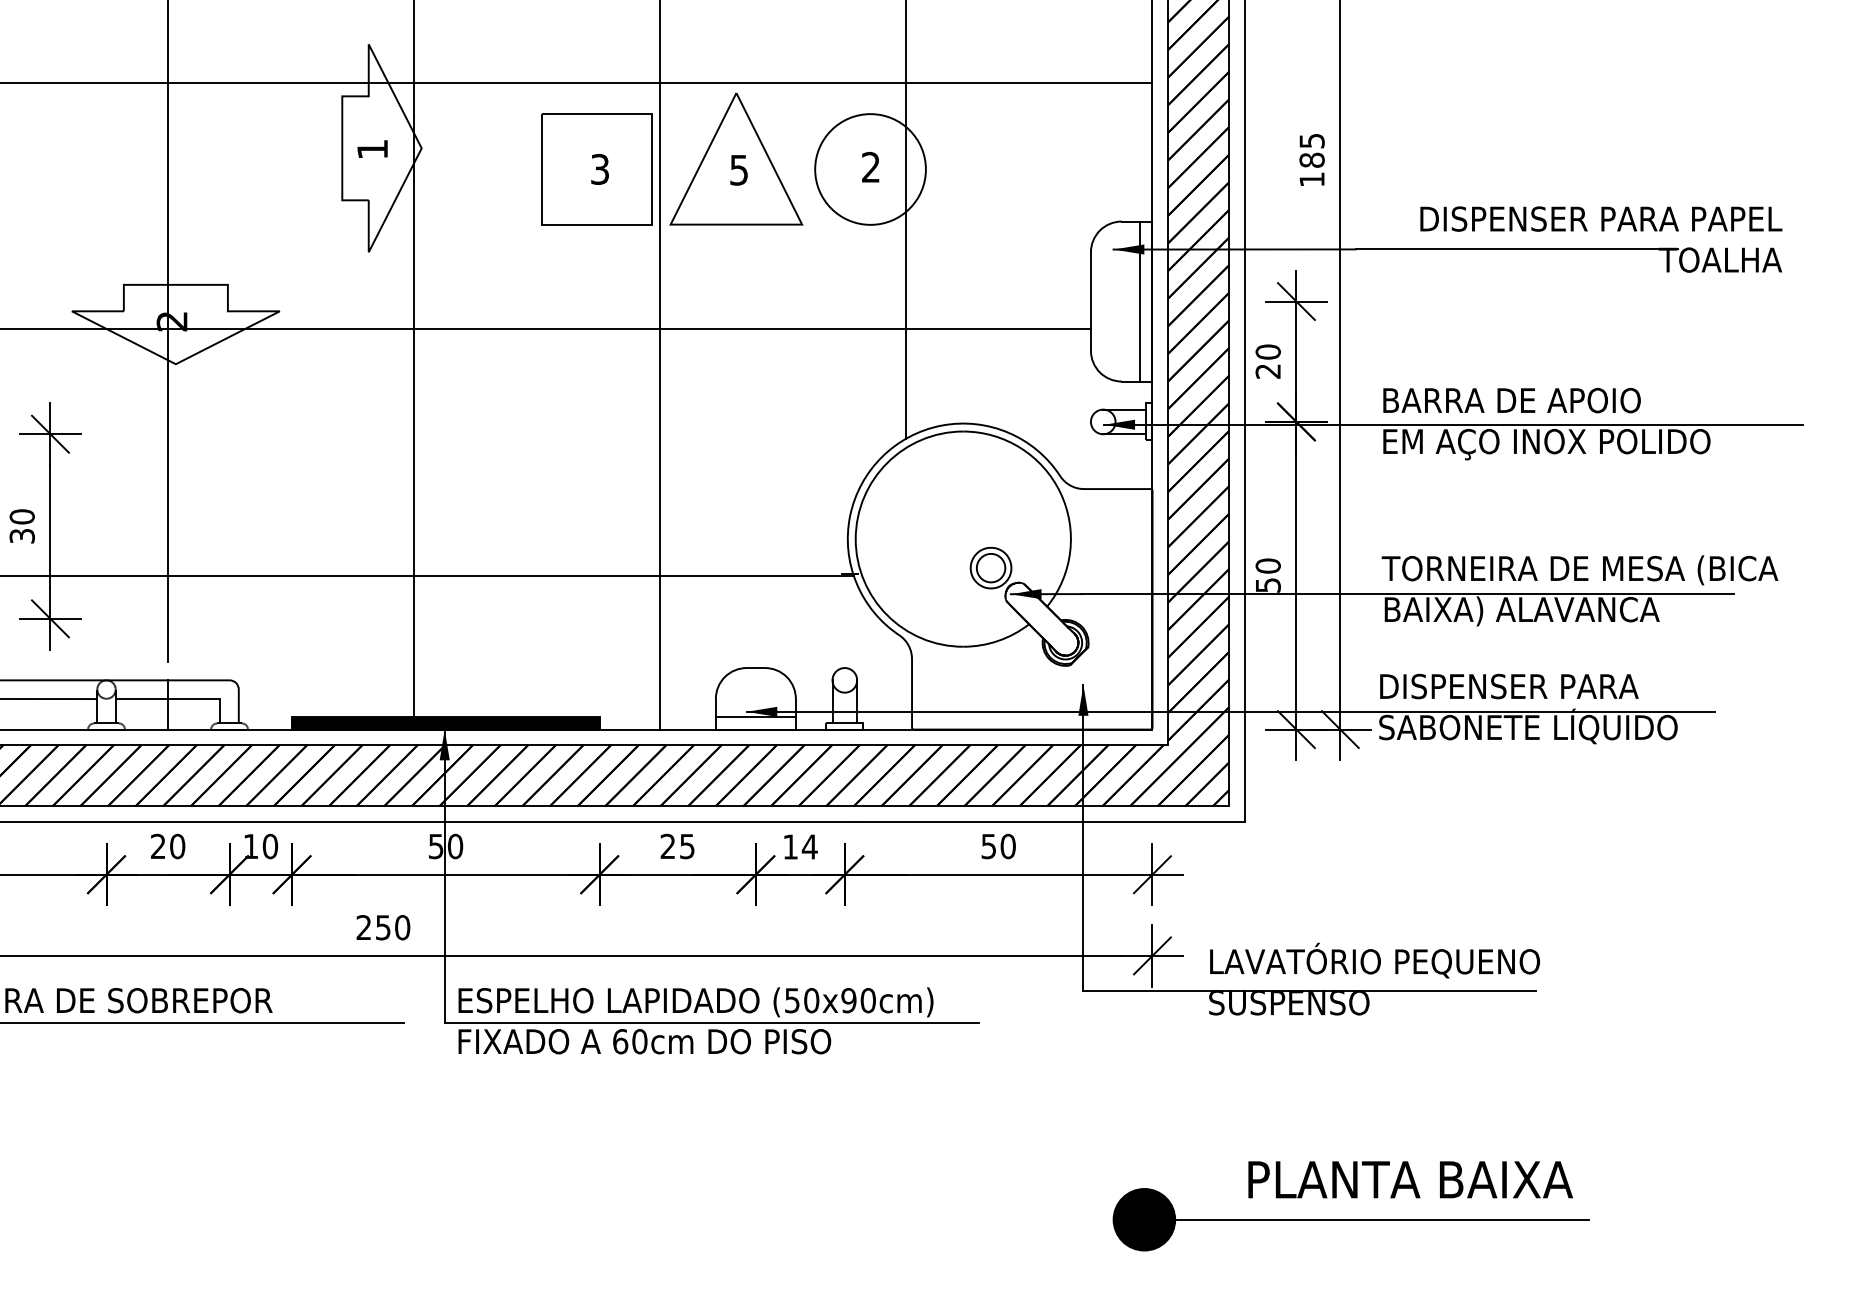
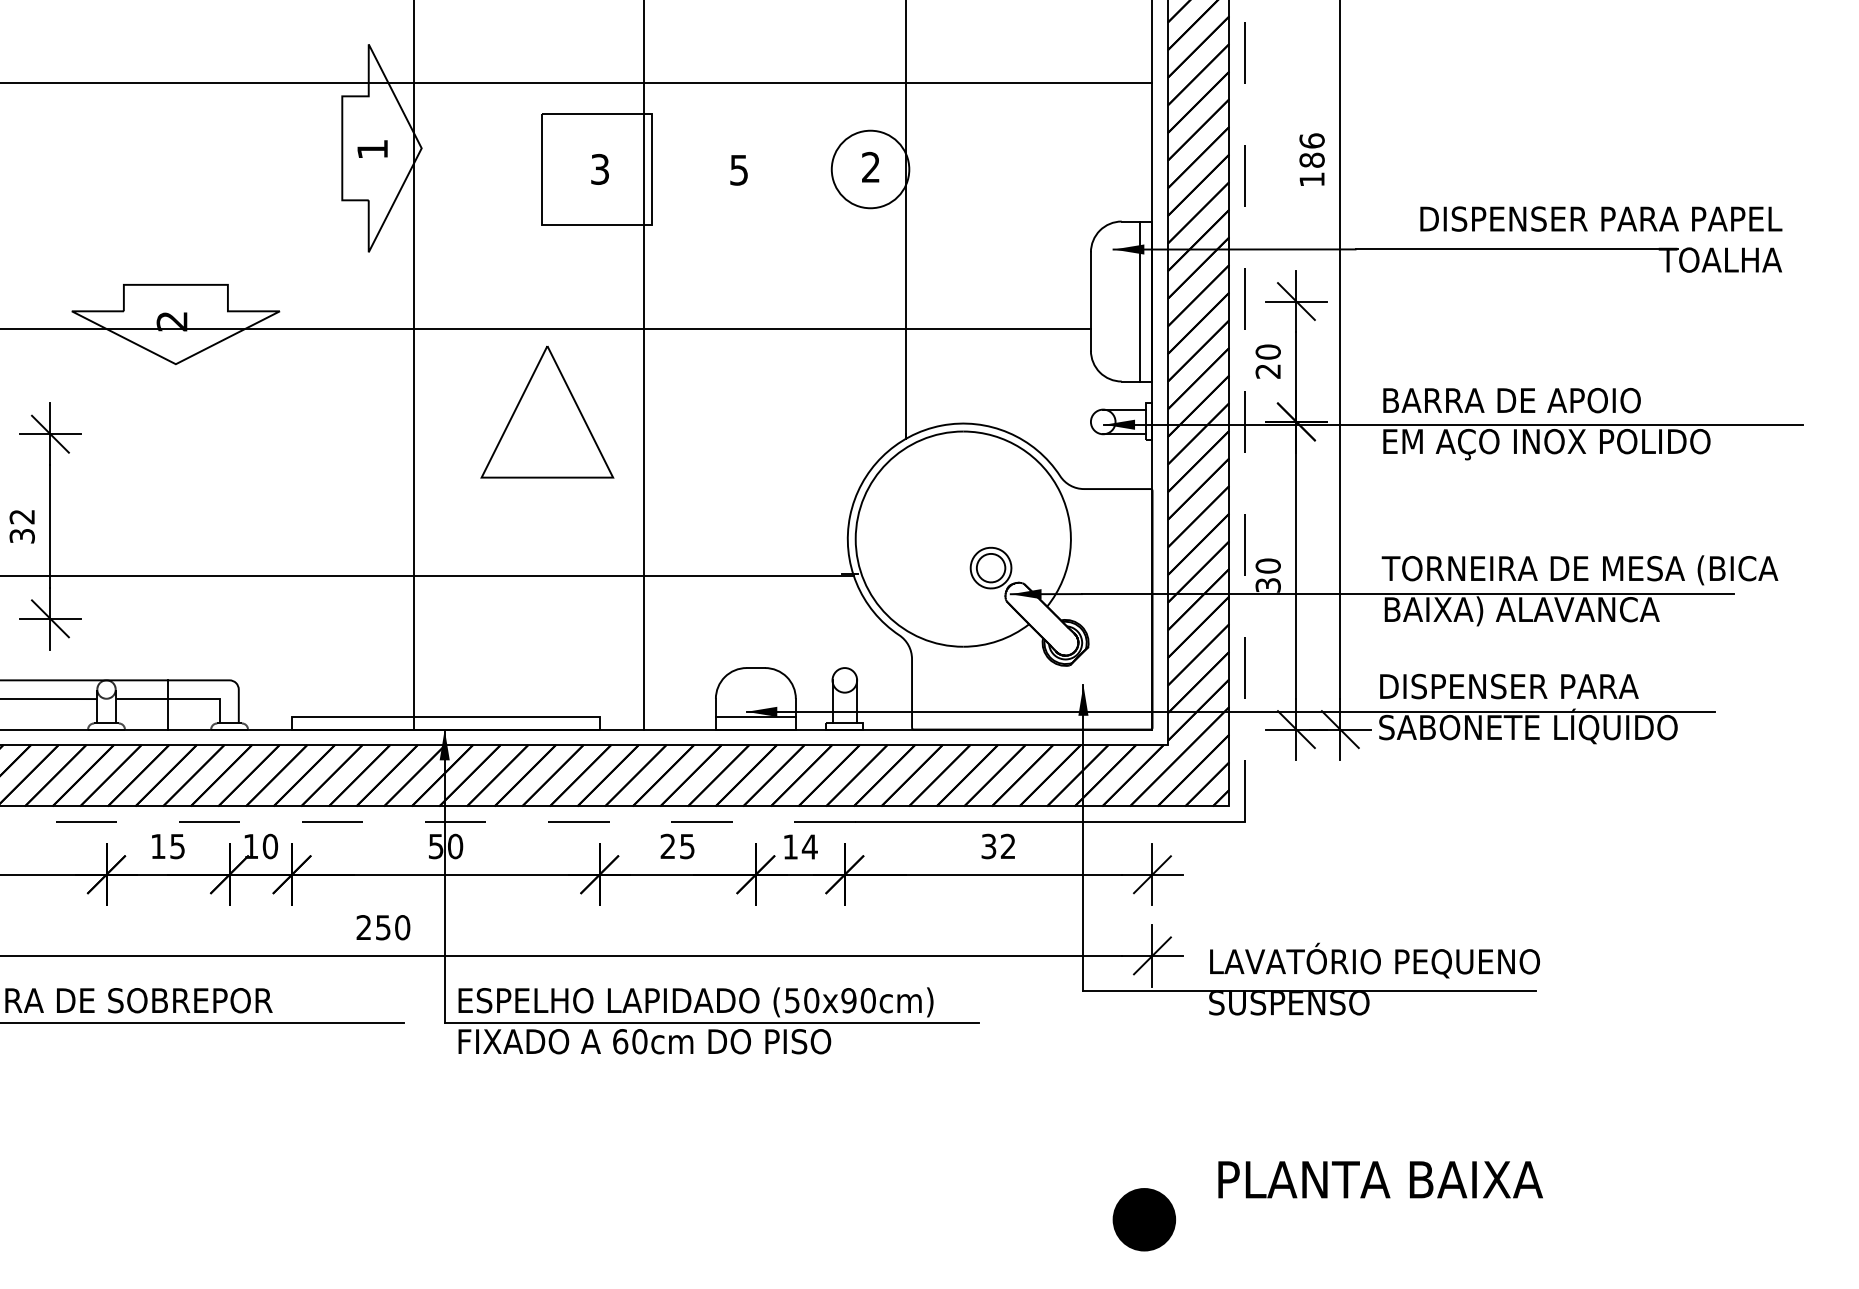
text at (1311, 140): 185 -> 186
part at (736, 158) position: (736, 158) -> (547, 411)
circle at (870, 169) diameter: 111 px -> 78 px
line at (168, 331): present -> none
line at (660, 365) position: (660, 365) -> (644, 365)
line at (1244, 411): solid -> dashed
text at (21, 516): 30 -> 32
text at (1267, 585): 50 -> 30
fill at (445, 723): present -> none
line at (427, 821): solid -> dashed
text at (168, 846): 20 -> 15
text at (998, 846): 50 -> 32
text at (1410, 1179) position: (1410, 1179) -> (1380, 1179)
line at (1381, 1219): present -> none
